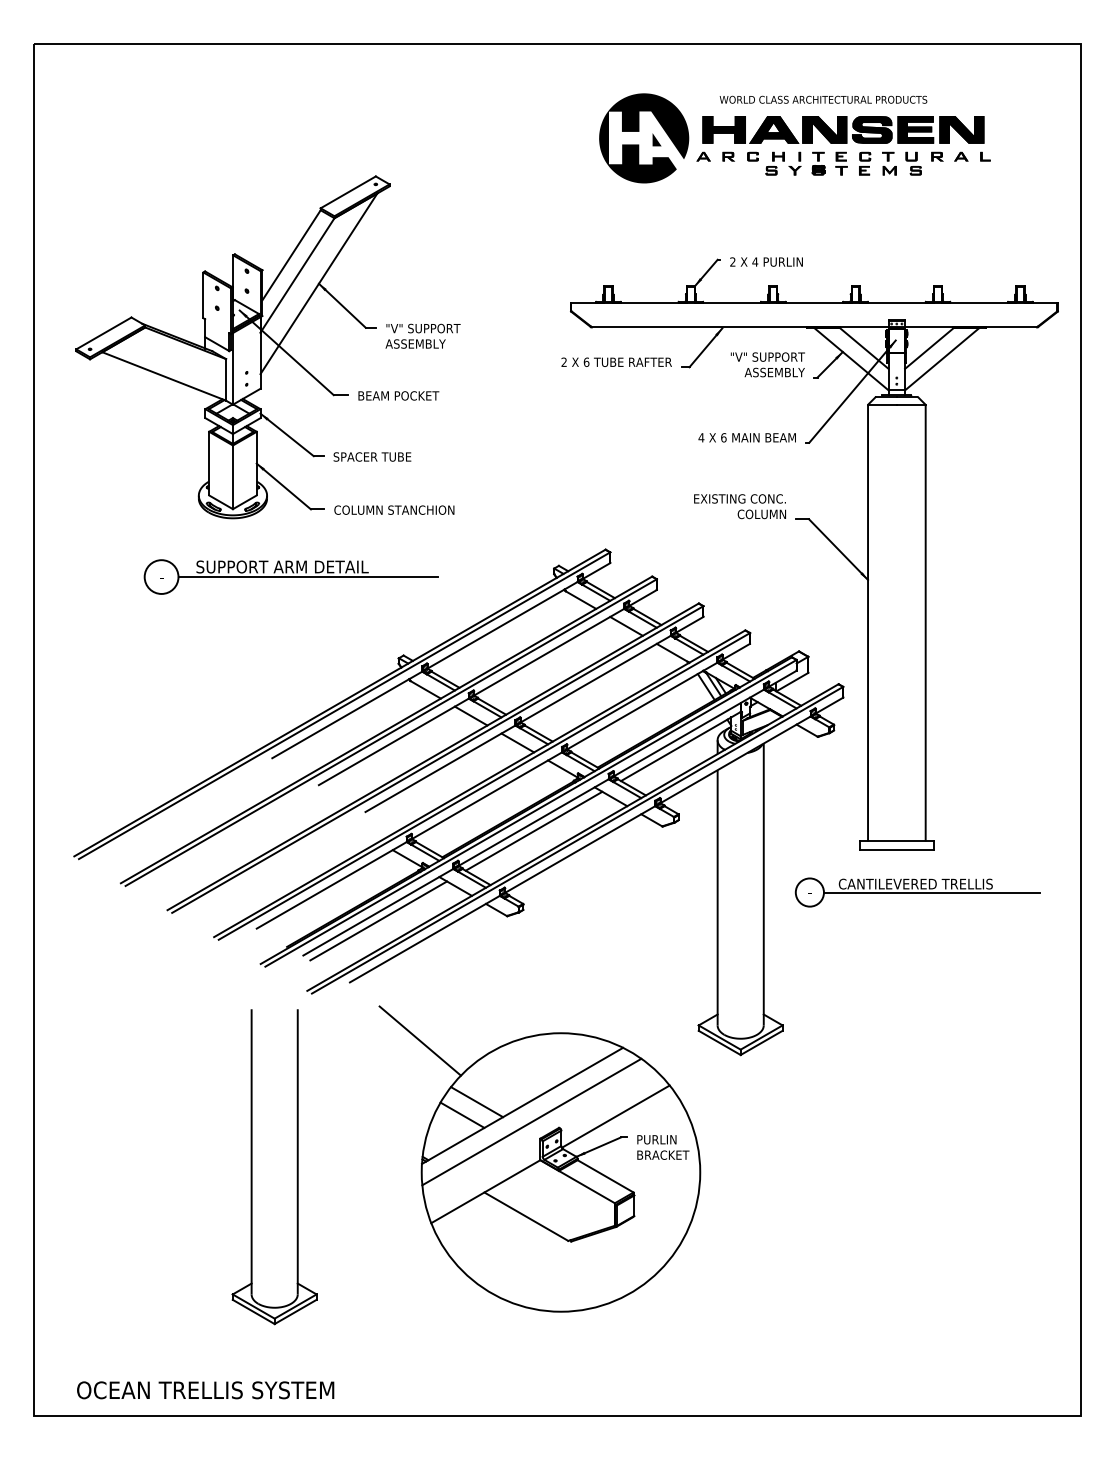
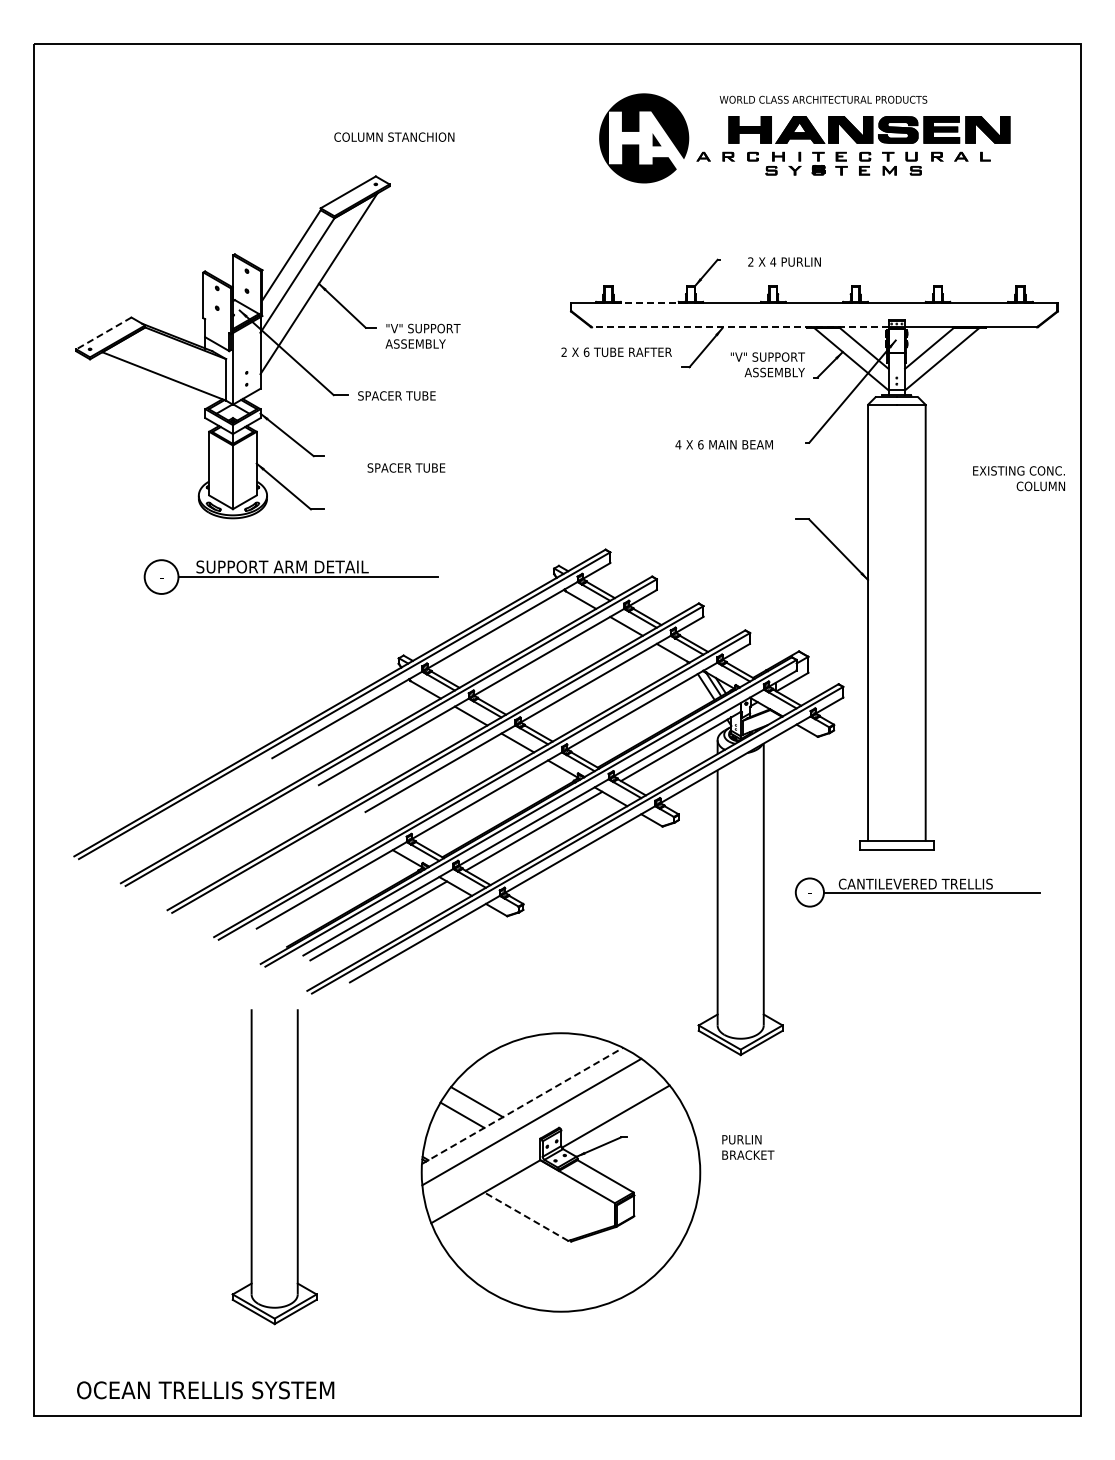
part at (843, 129) position: (843, 129) -> (869, 129)
text at (766, 261) position: (766, 261) -> (784, 261)
line at (649, 302): solid -> dashed
line at (739, 327): solid -> dashed
line at (103, 333): solid -> dashed
text at (616, 361) position: (616, 361) -> (616, 351)
text at (398, 395): BEAM POCKET -> SPACER TUBE
text at (746, 437) position: (746, 437) -> (723, 444)
text at (372, 456) position: (372, 456) -> (406, 467)
text at (739, 506) position: (739, 506) -> (1018, 478)
text at (394, 509) position: (394, 509) -> (394, 136)
line at (419, 1040): present -> none
line at (522, 1105): solid -> dashed
text at (663, 1147) position: (663, 1147) -> (748, 1147)
line at (525, 1216): solid -> dashed
